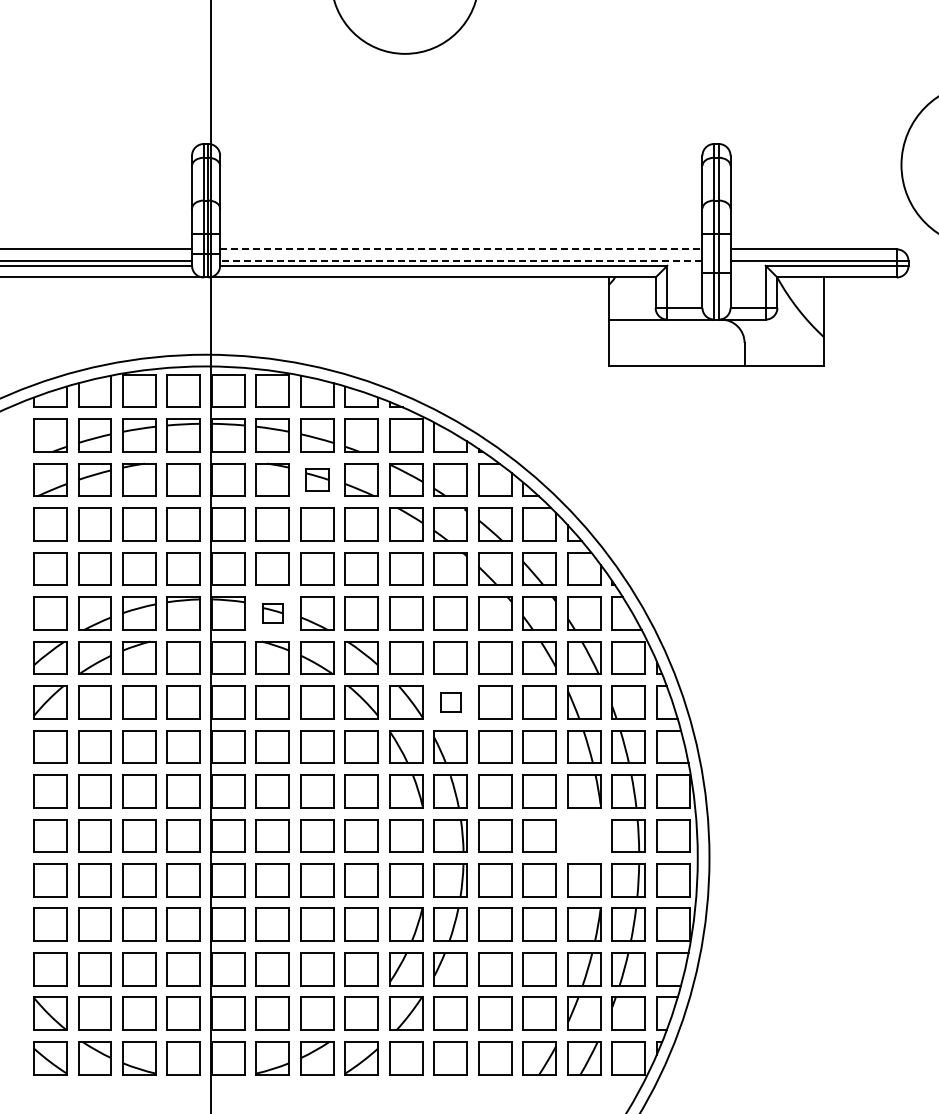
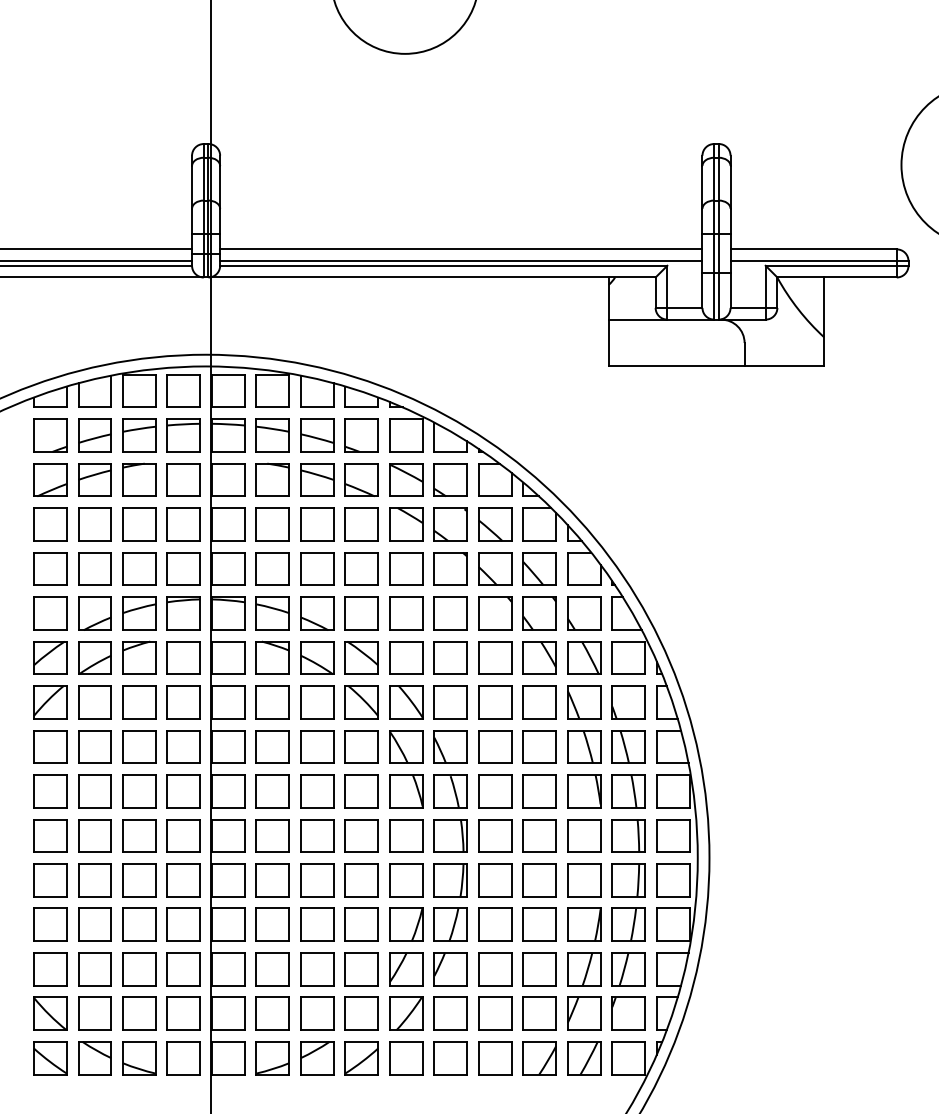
line at (461, 249): dashed -> solid
line at (460, 261): dashed -> solid
part at (317, 479) size: 25x24 px -> 35x34 px
part at (272, 613) size: 22x21 px -> 35x35 px
part at (450, 702) size: 22x21 px -> 35x35 px
part at (584, 835): none -> present
